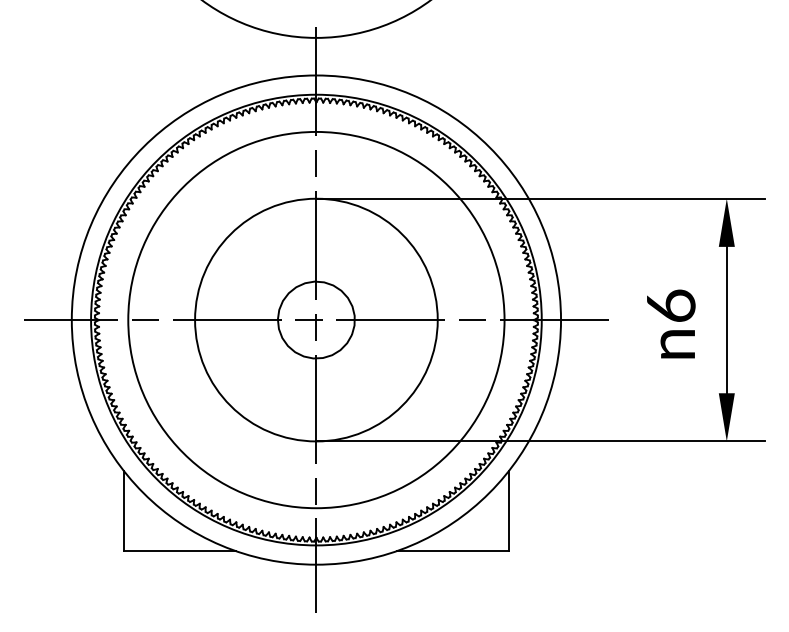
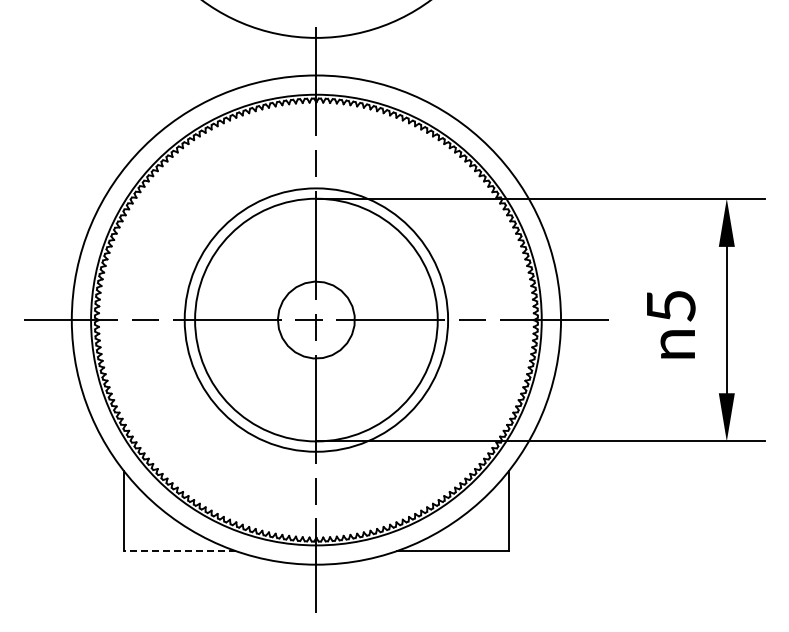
text at (671, 305): 6 -> 5
circle at (316, 319) diameter: 376 px -> 263 px
line at (179, 551): solid -> dashed
